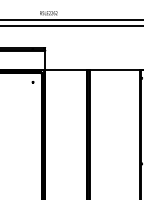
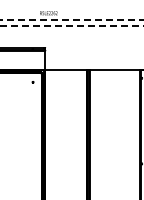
line at (72, 19): solid -> dashed
line at (72, 25): solid -> dashed
